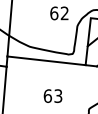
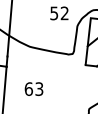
text at (54, 13): 62 -> 52
line at (46, 60): present -> none
text at (52, 95) position: (52, 95) -> (33, 88)
